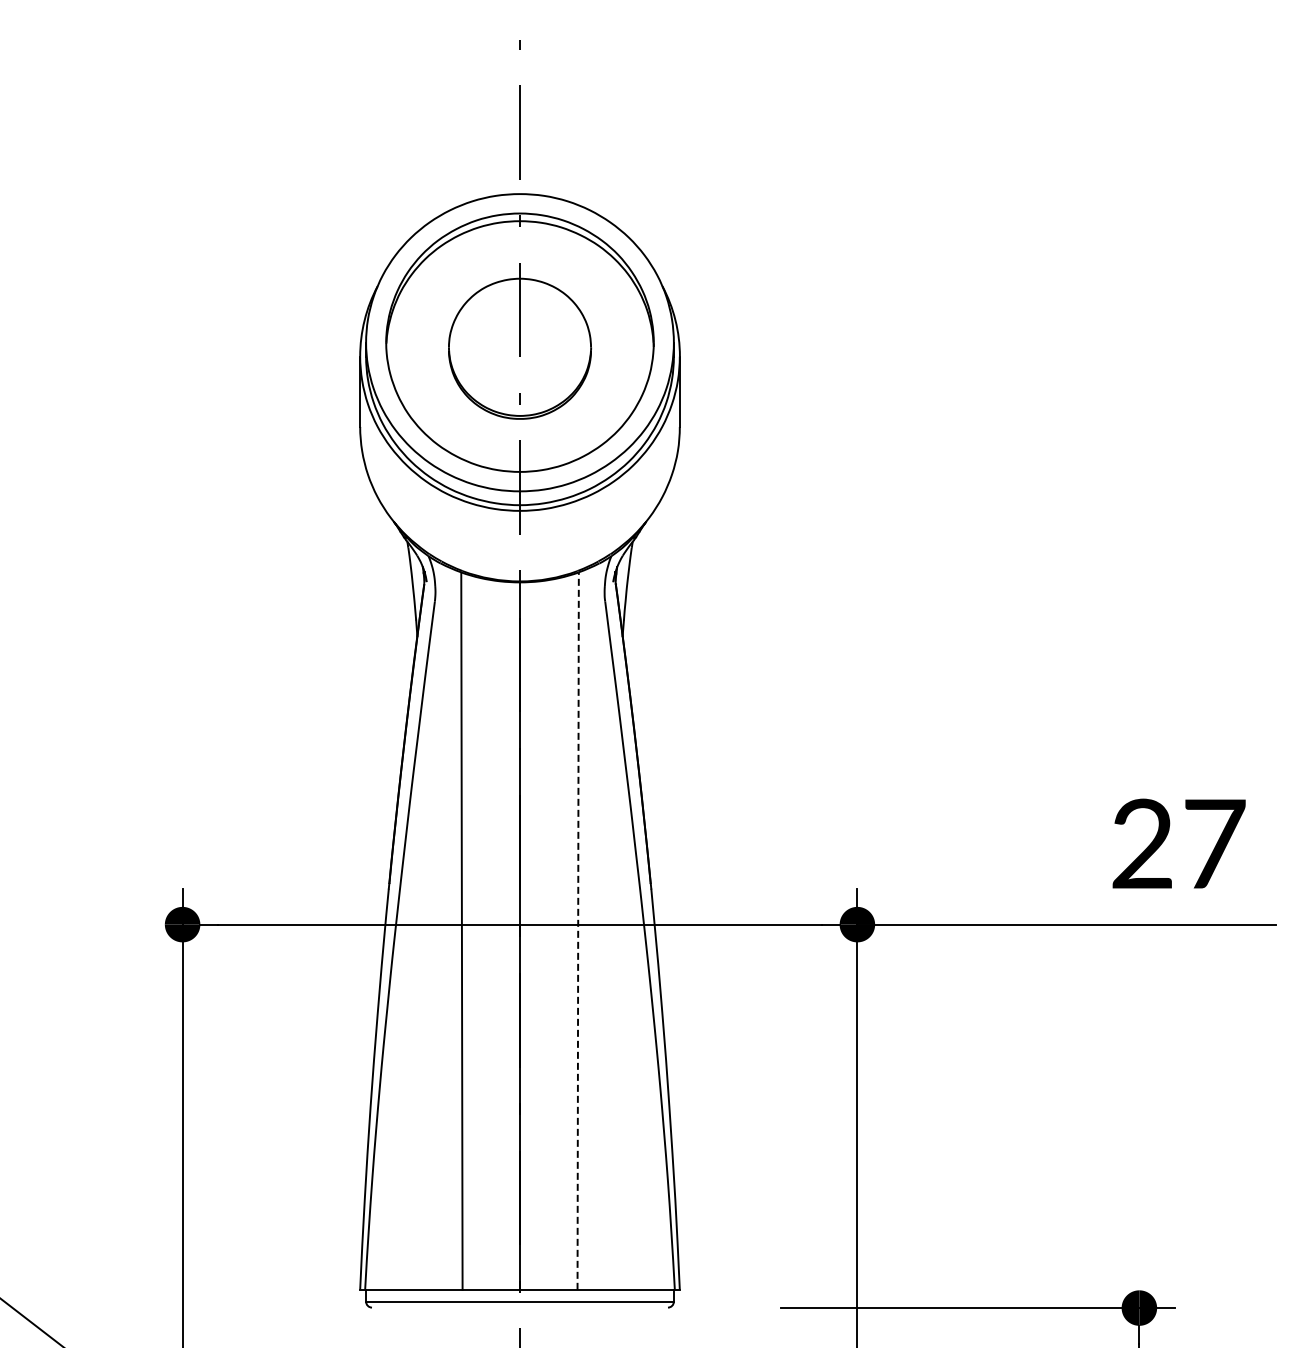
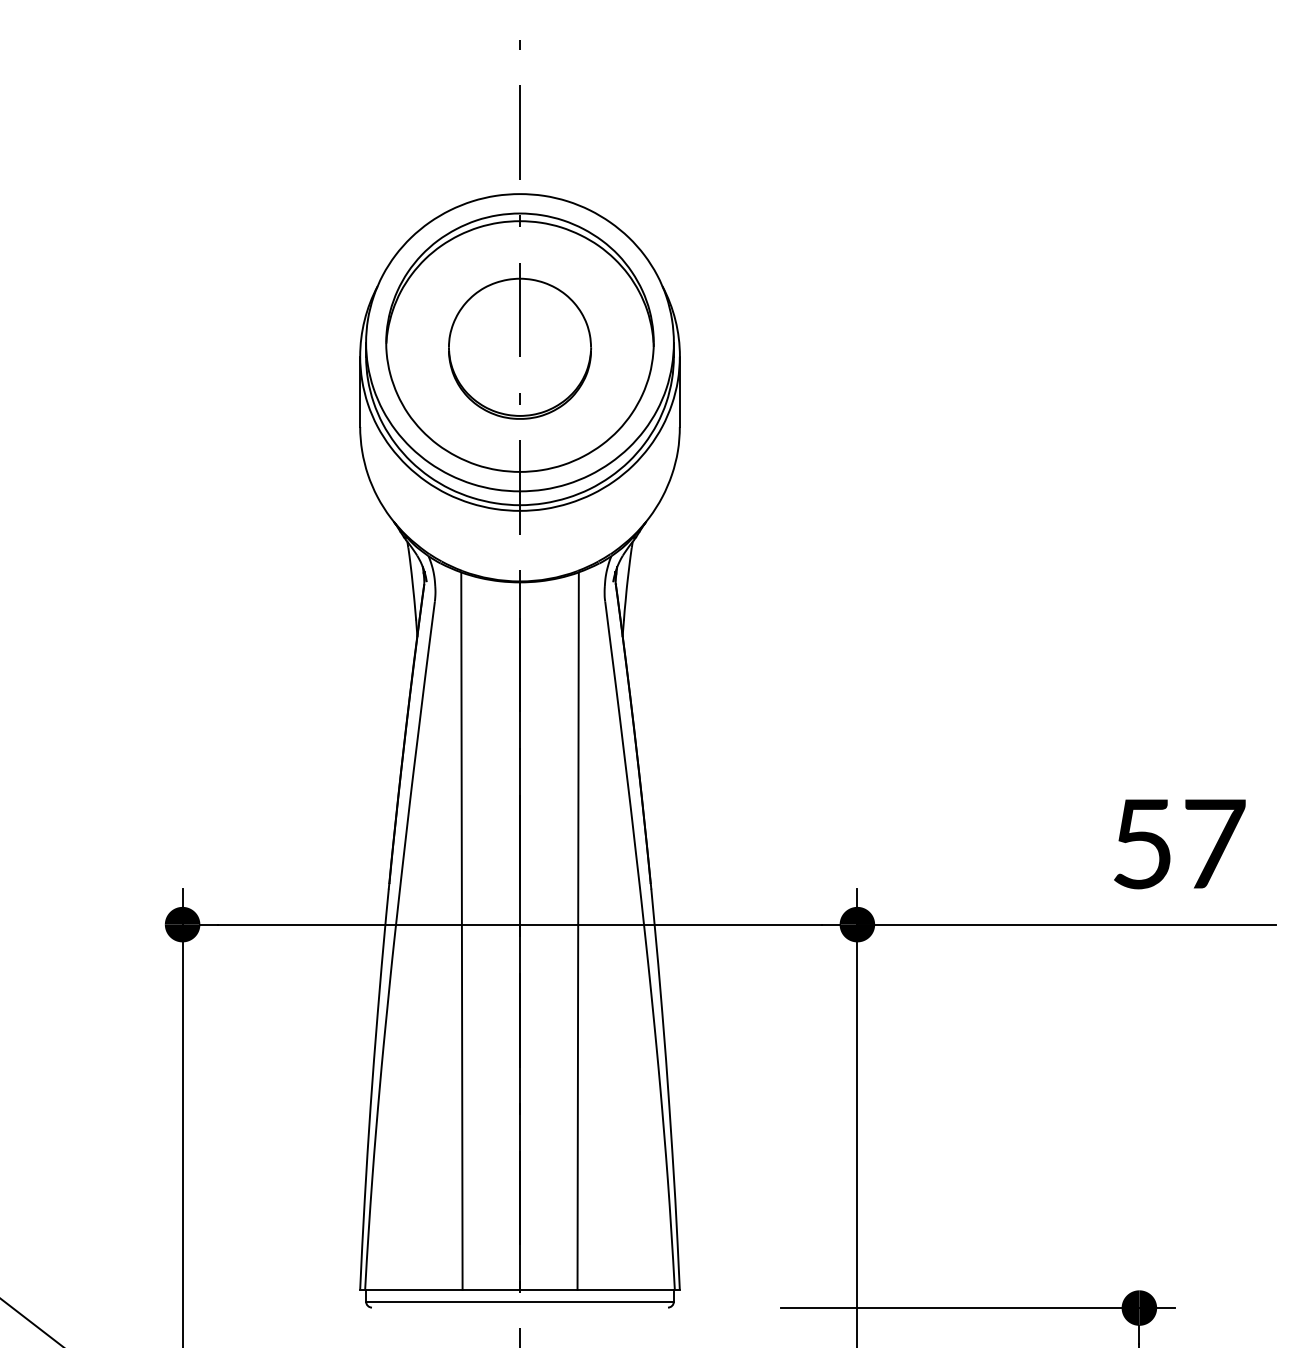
text at (1141, 843): 27 -> 57
line at (578, 931): dashed -> solid
